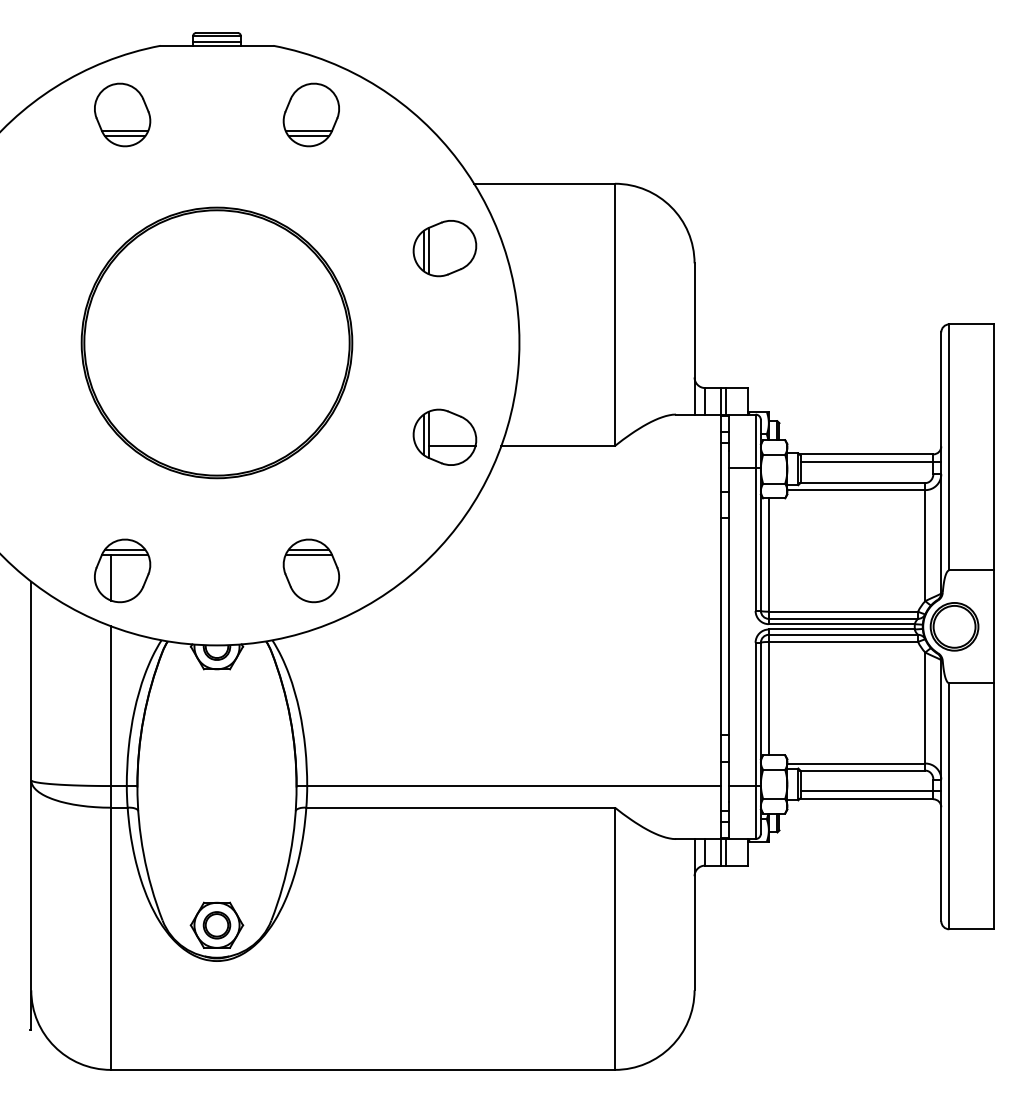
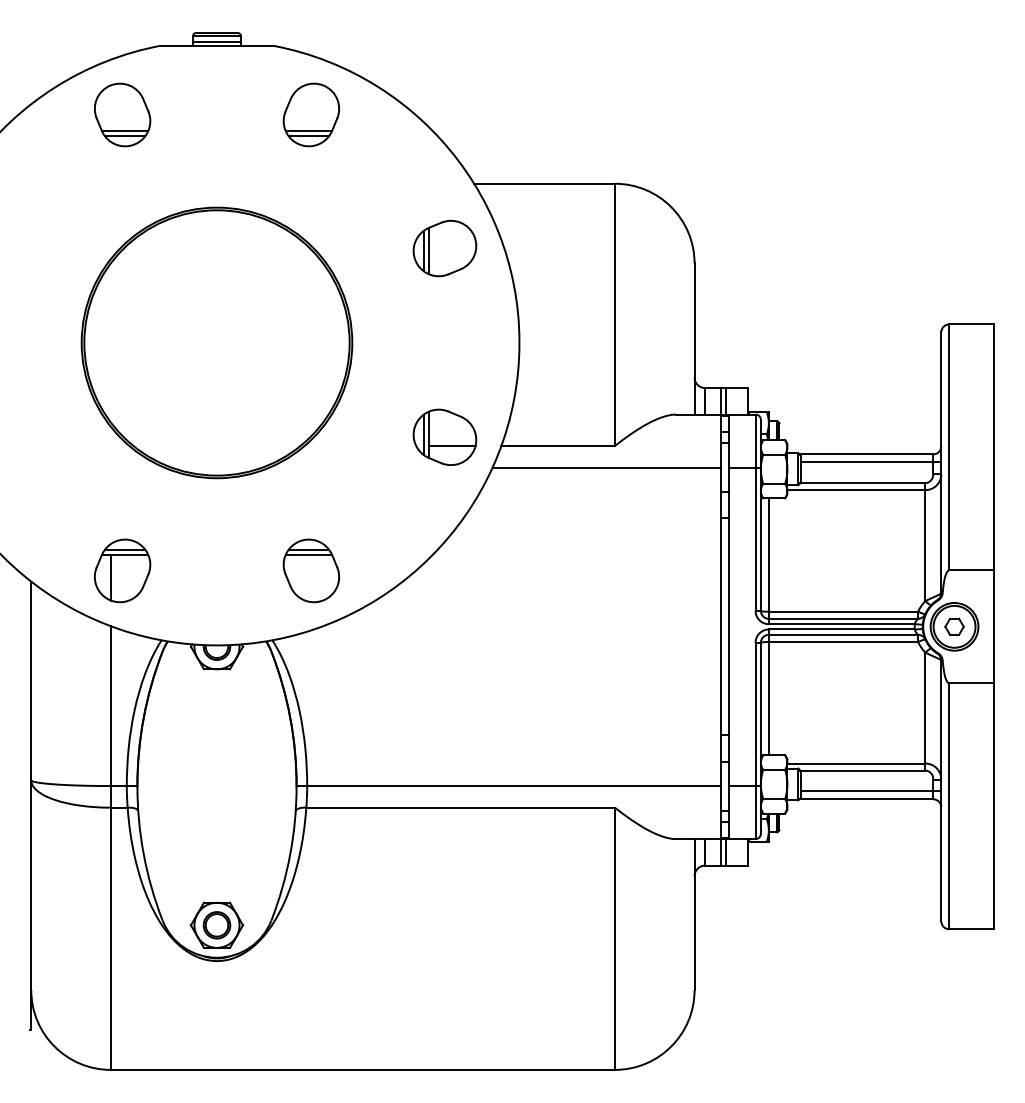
line at (606, 467): none -> present
part at (954, 626): none -> present
